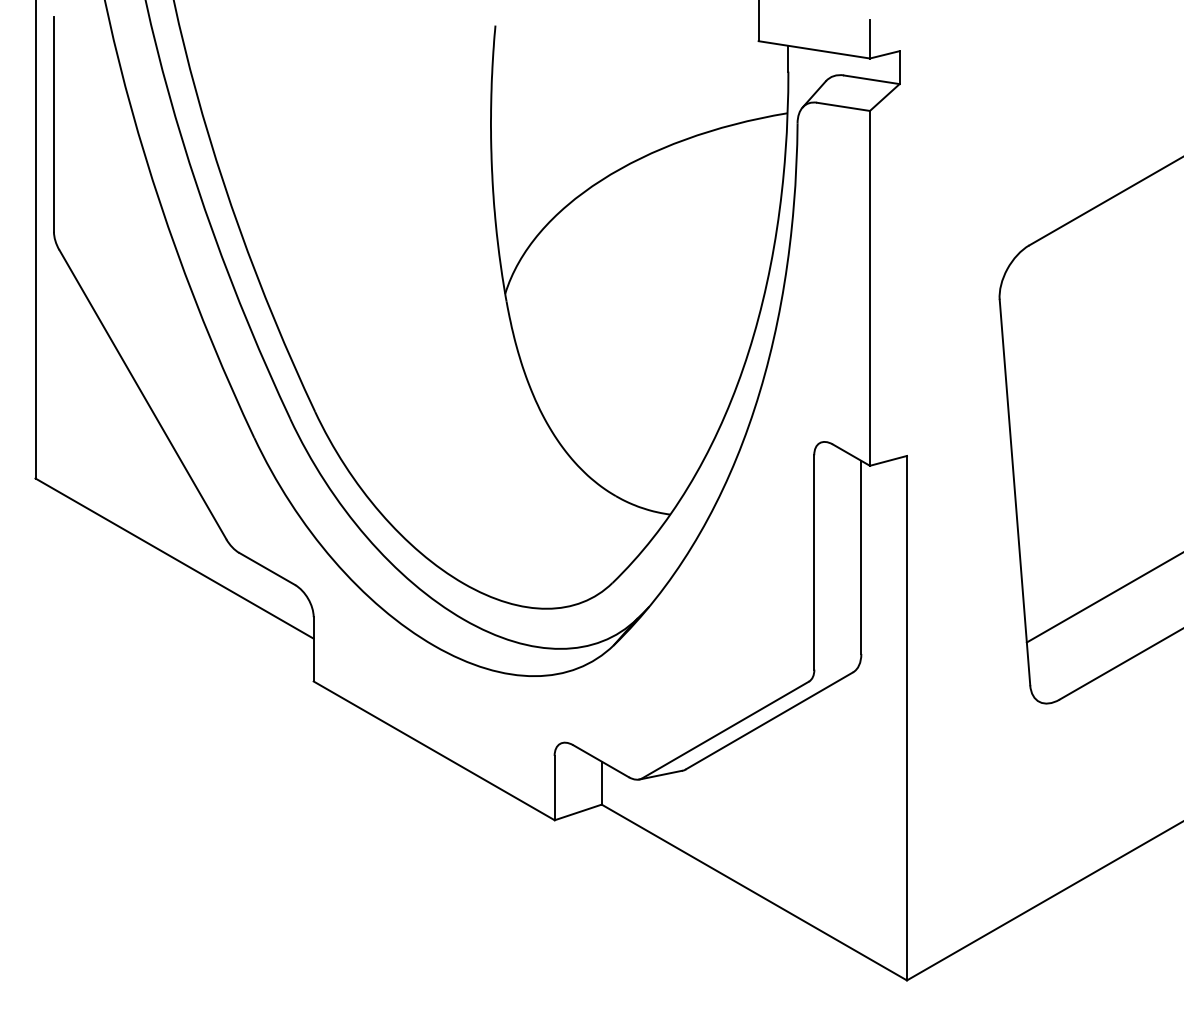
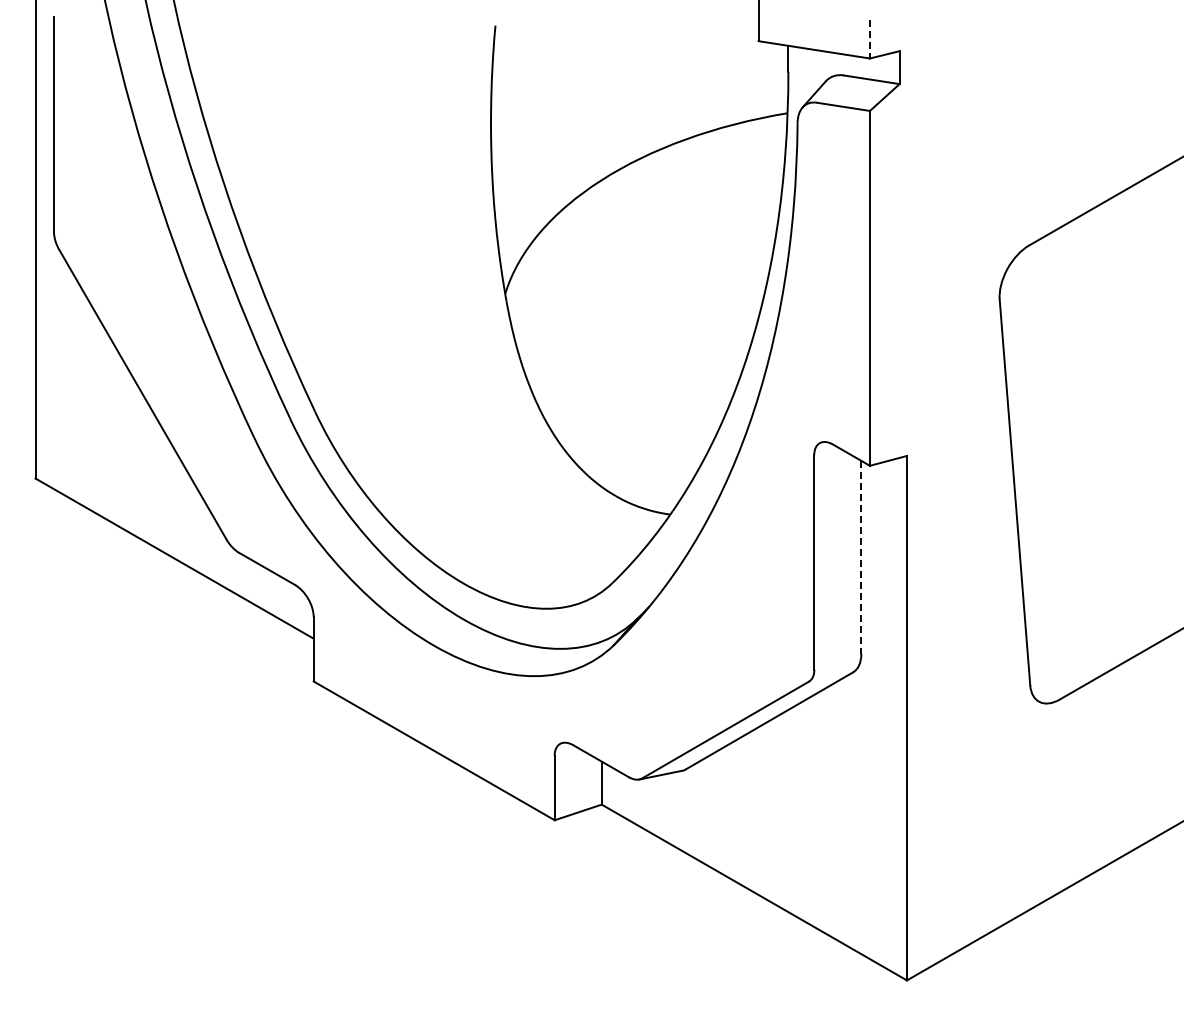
line at (869, 39): solid -> dashed
line at (861, 557): solid -> dashed
line at (1103, 598): present -> none
